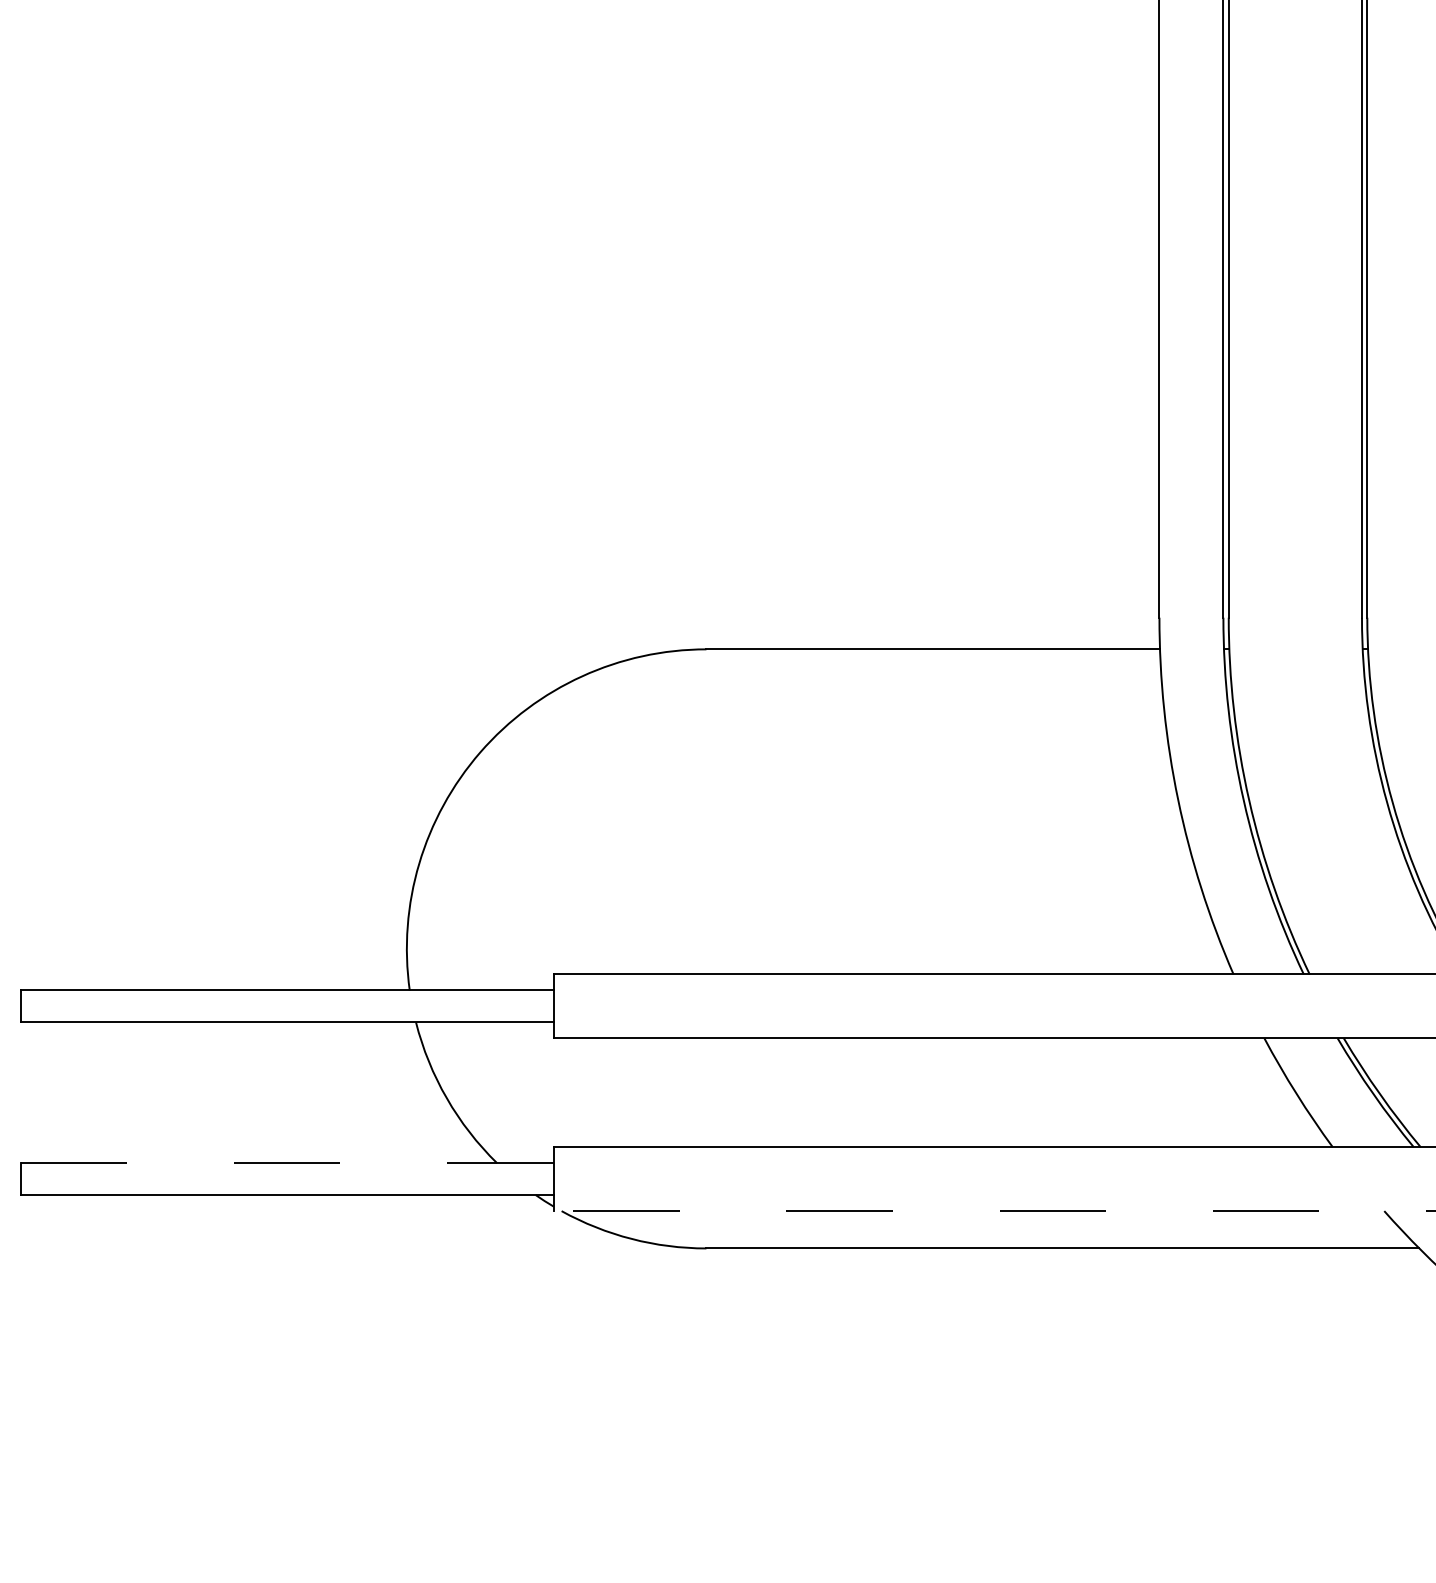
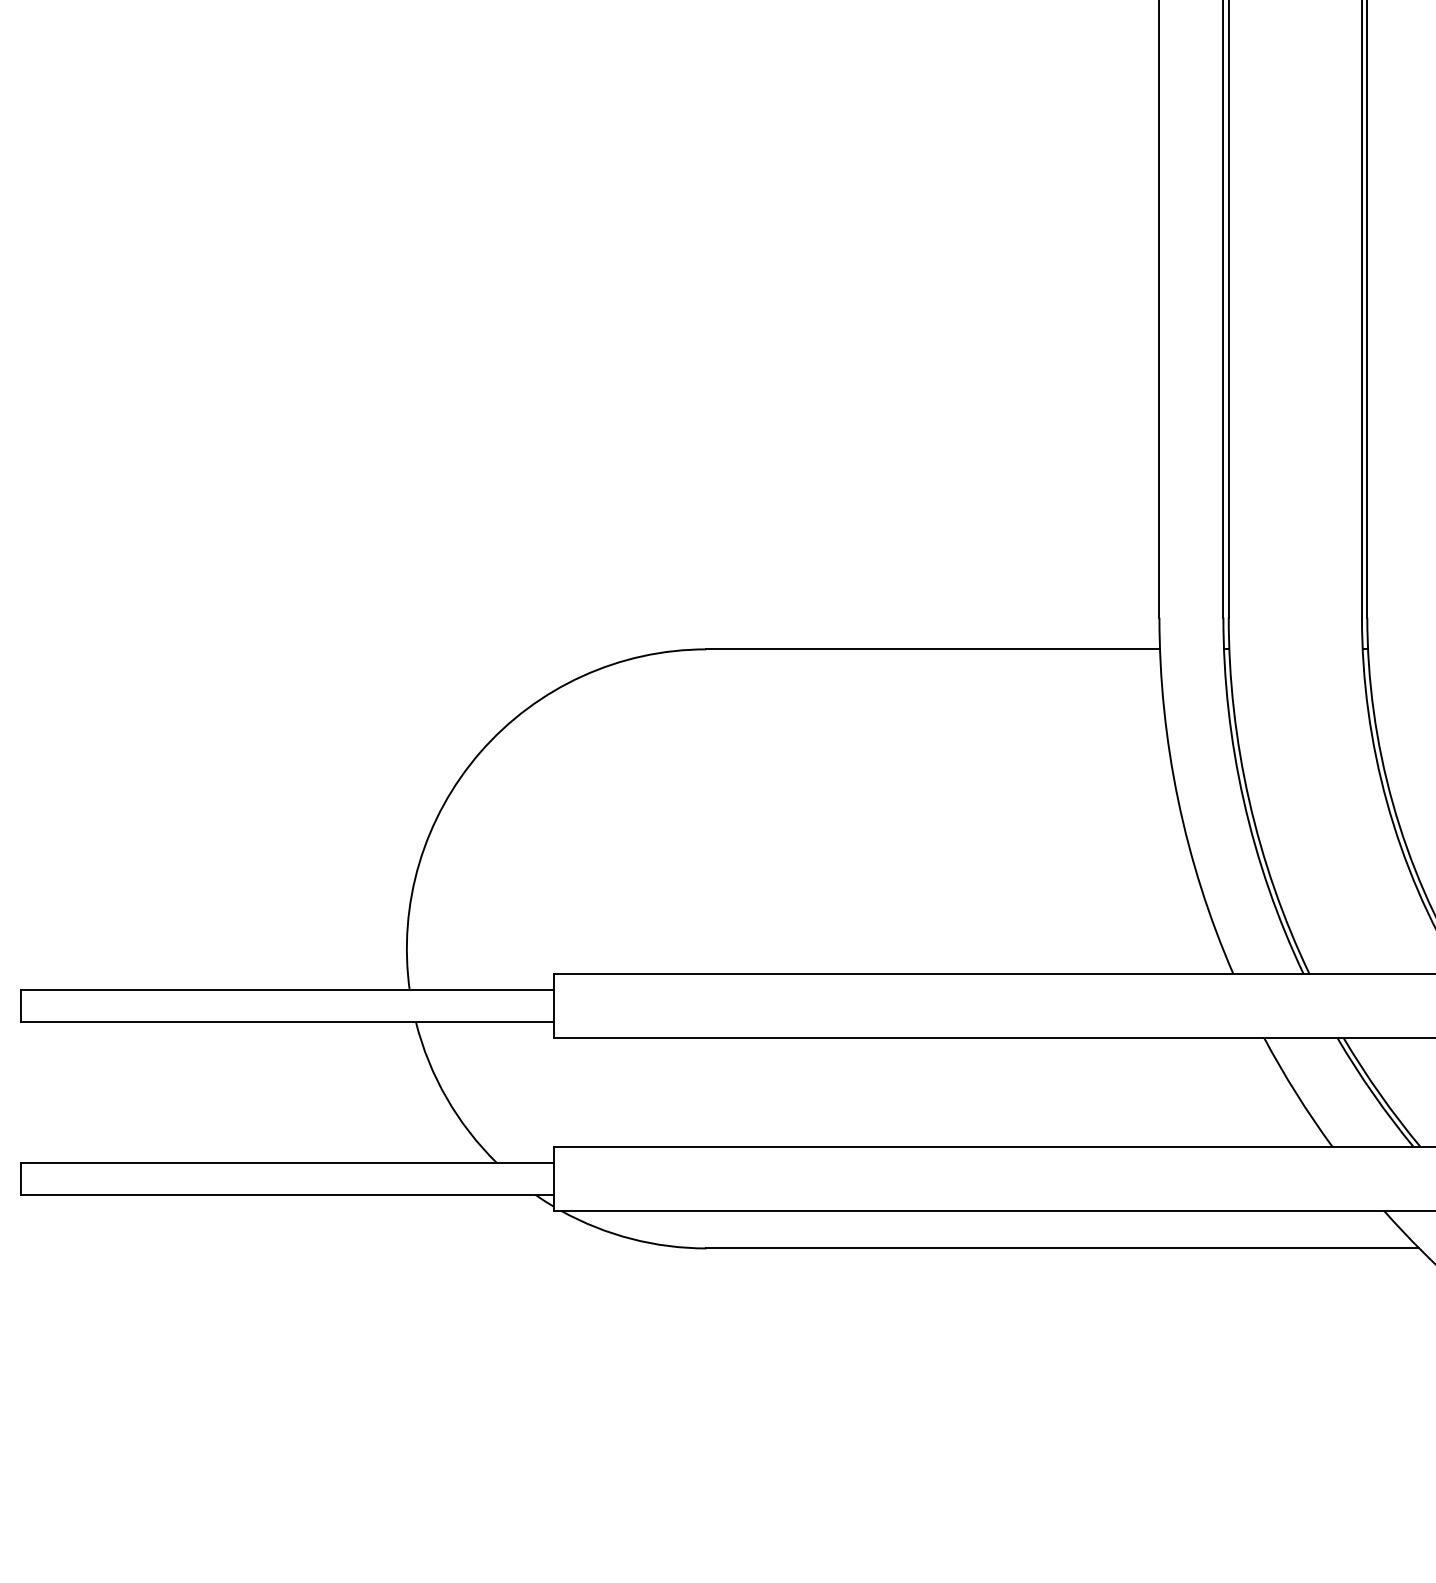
line at (286, 1163): dashed -> solid
line at (994, 1211): dashed -> solid
